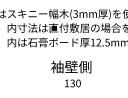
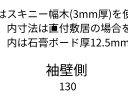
text at (71, 73) position: (71, 73) -> (66, 76)
